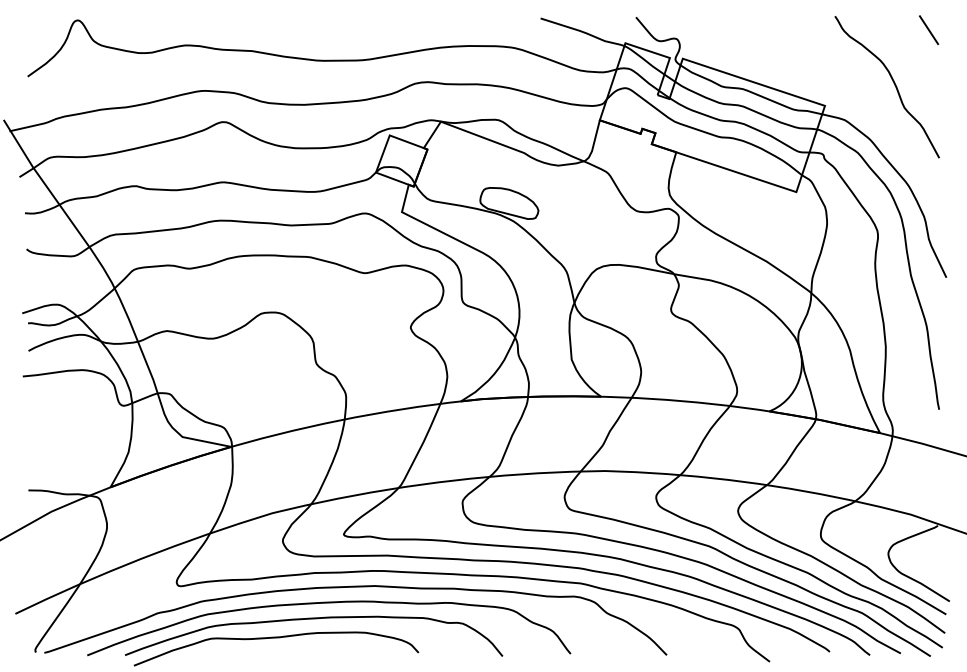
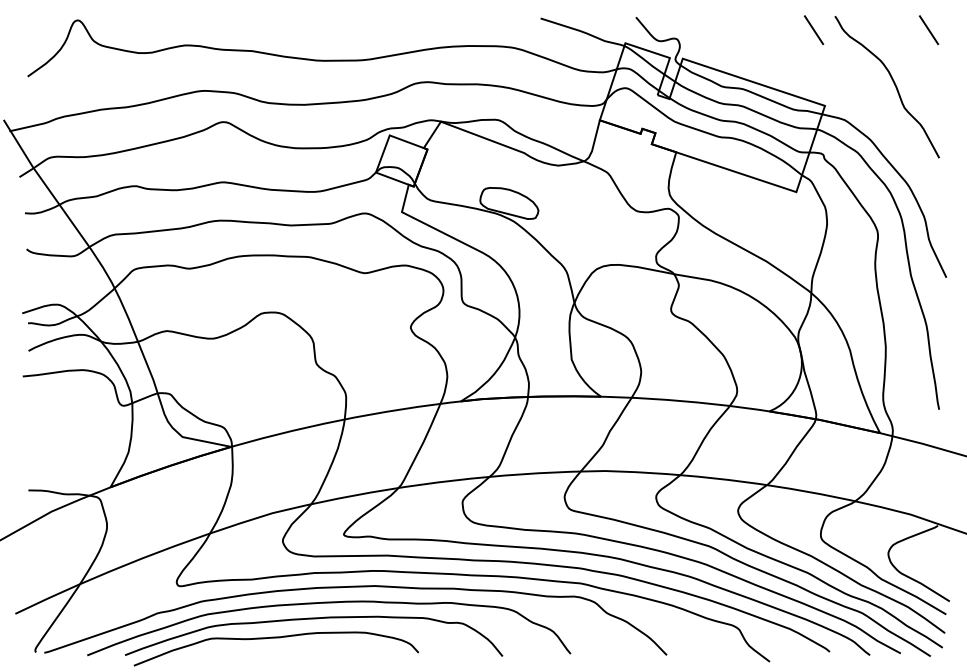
line at (814, 29): none -> present
